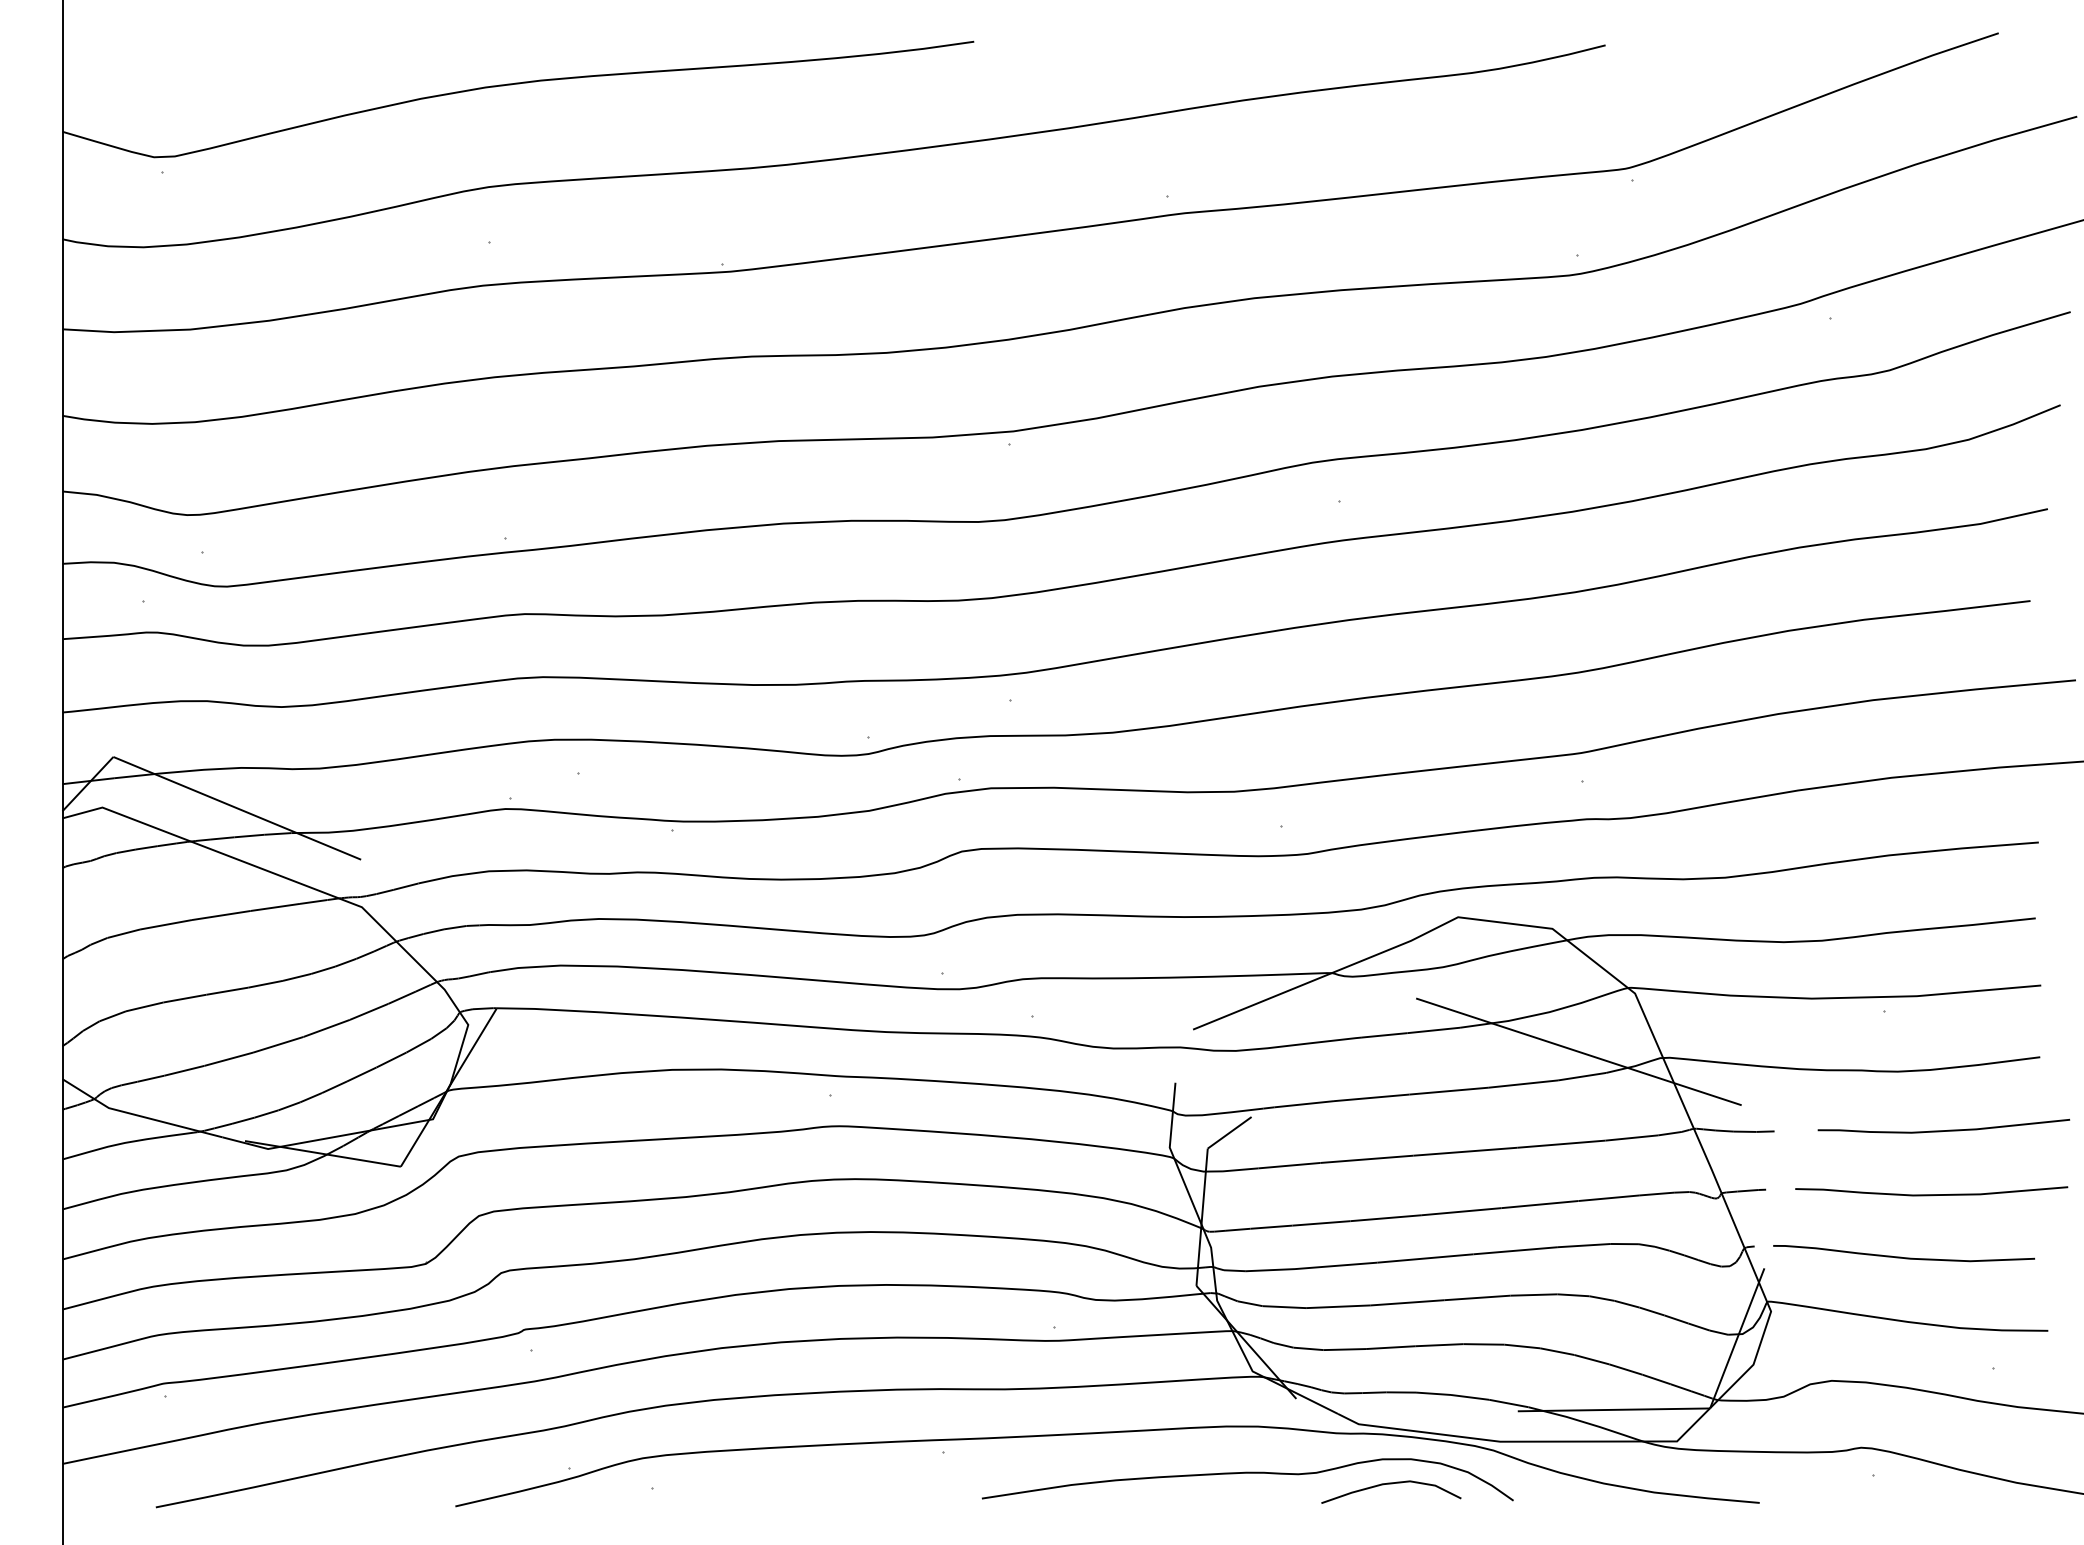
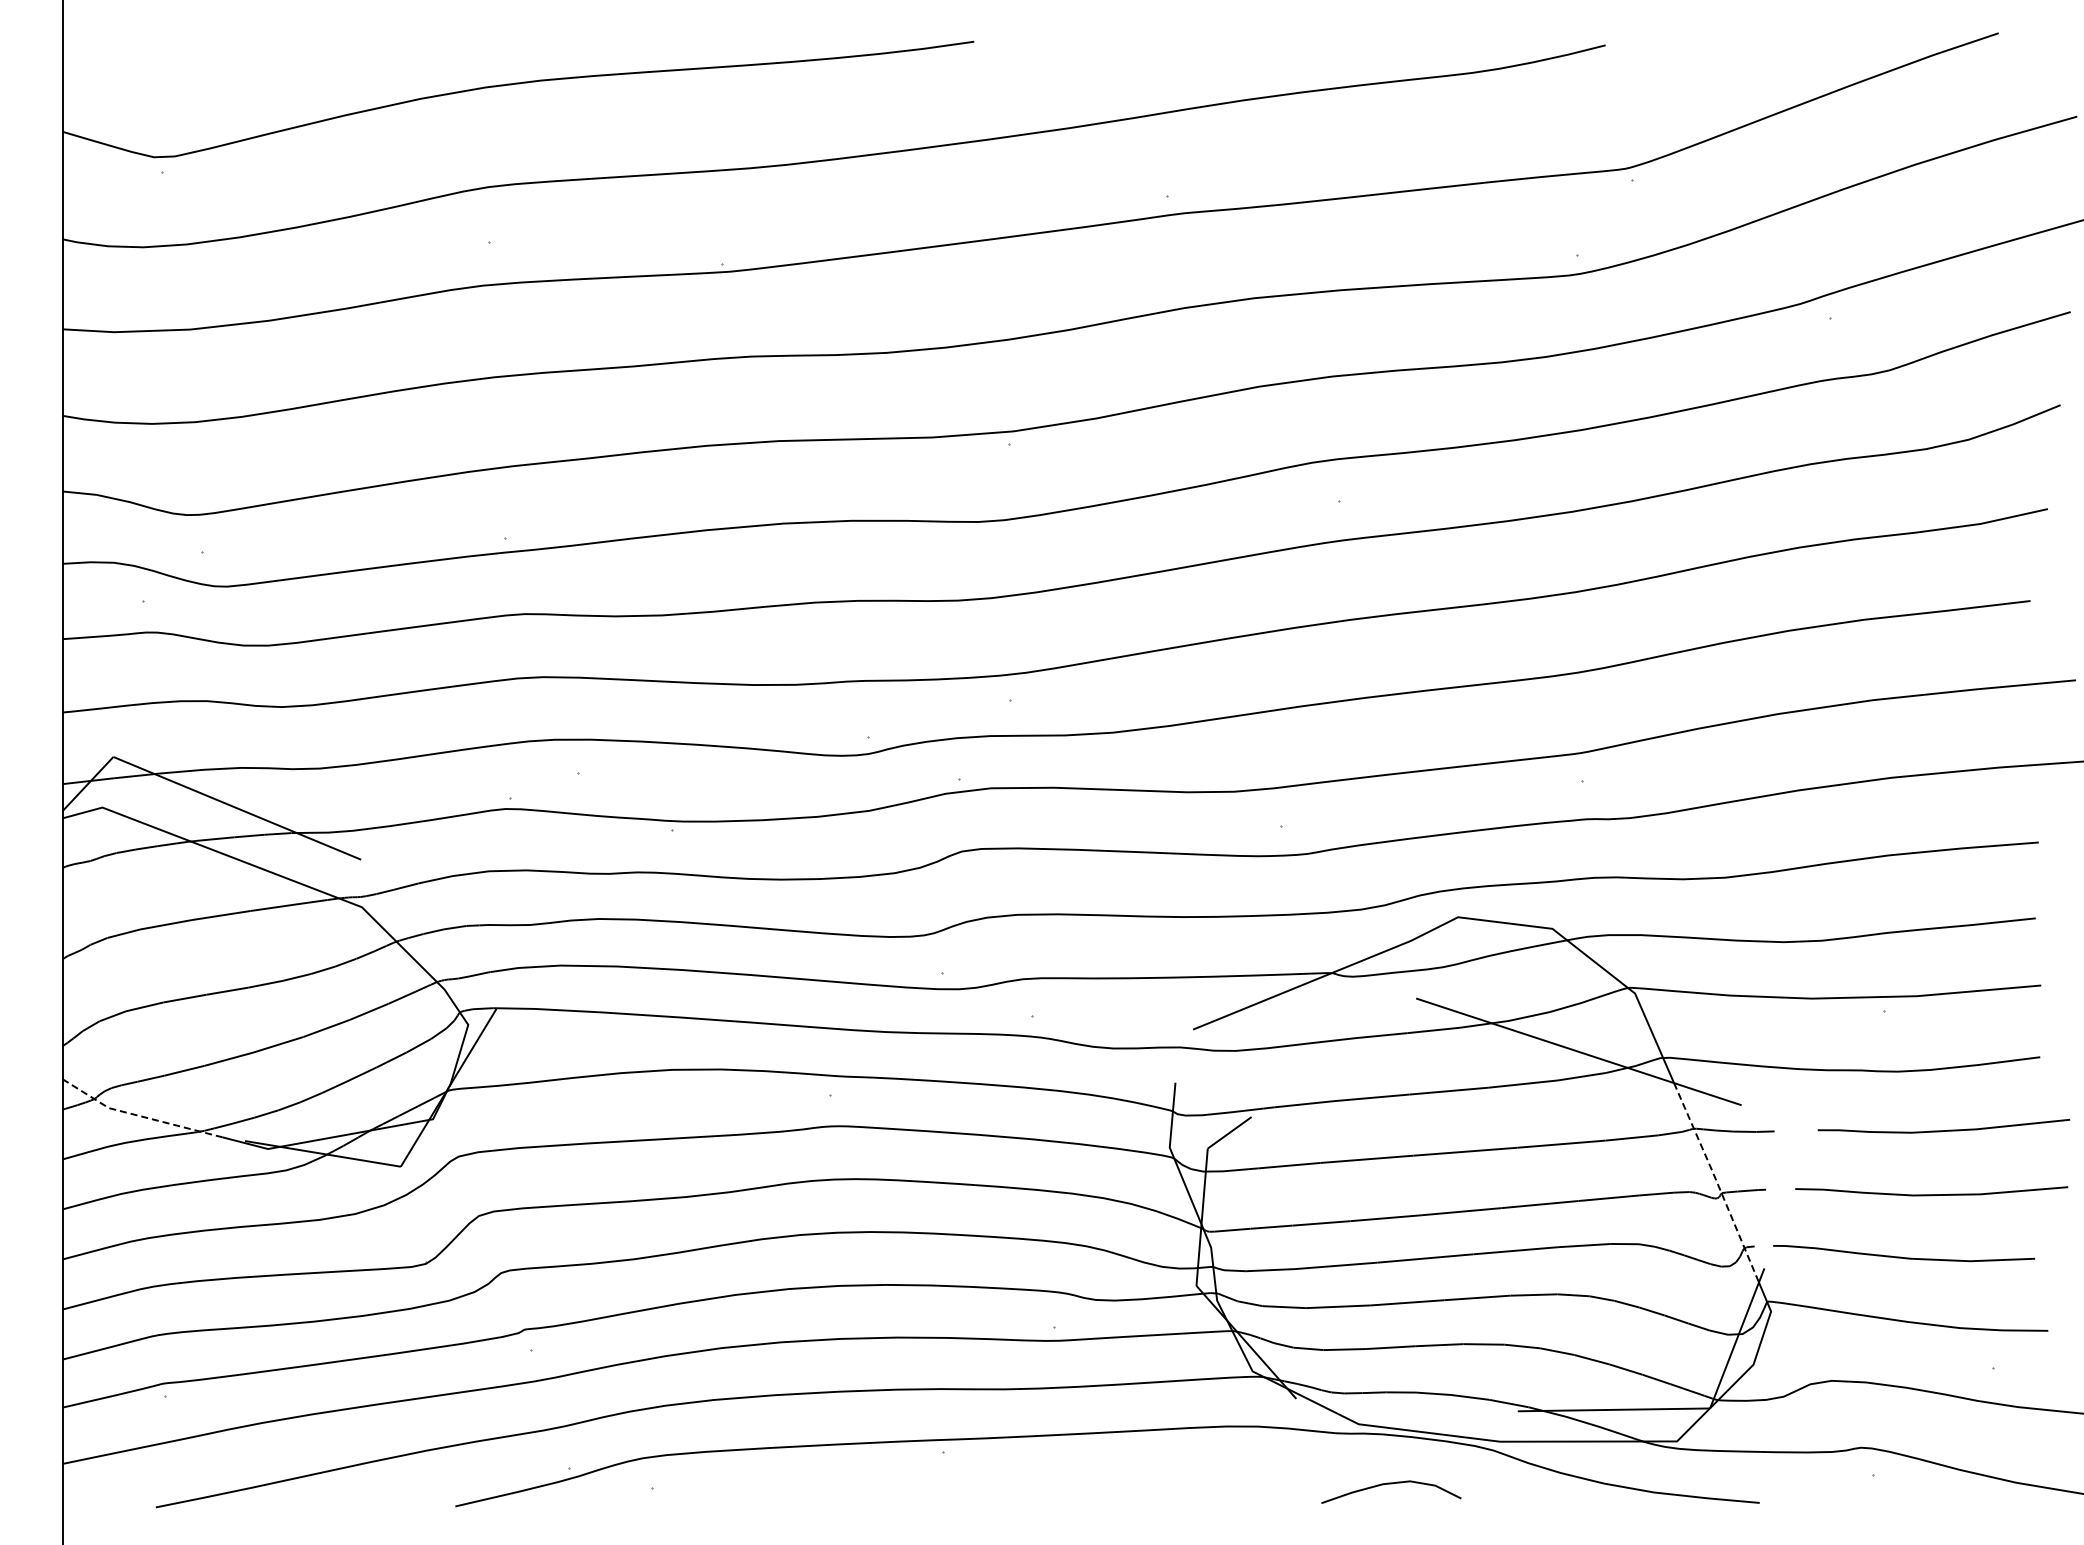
line at (138, 1115): solid -> dashed
line at (1717, 1182): solid -> dashed
curve at (1247, 1473): present -> none
